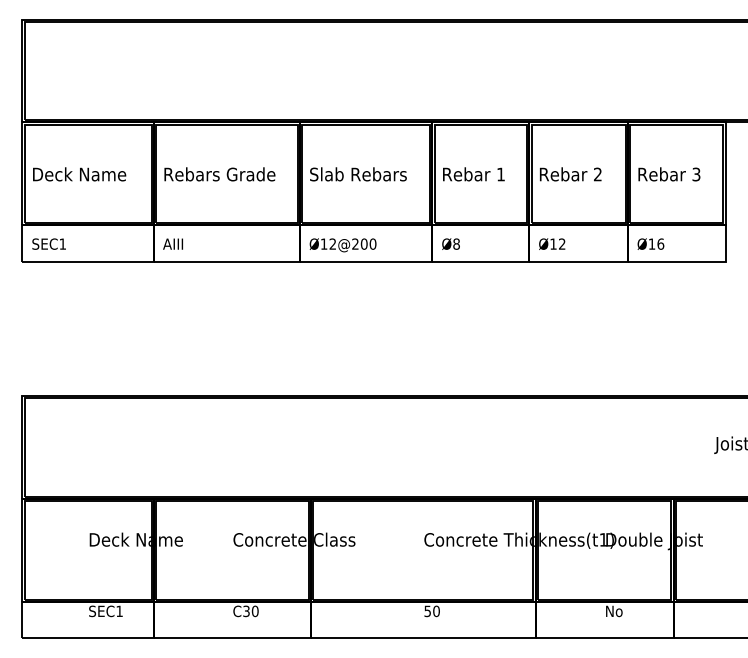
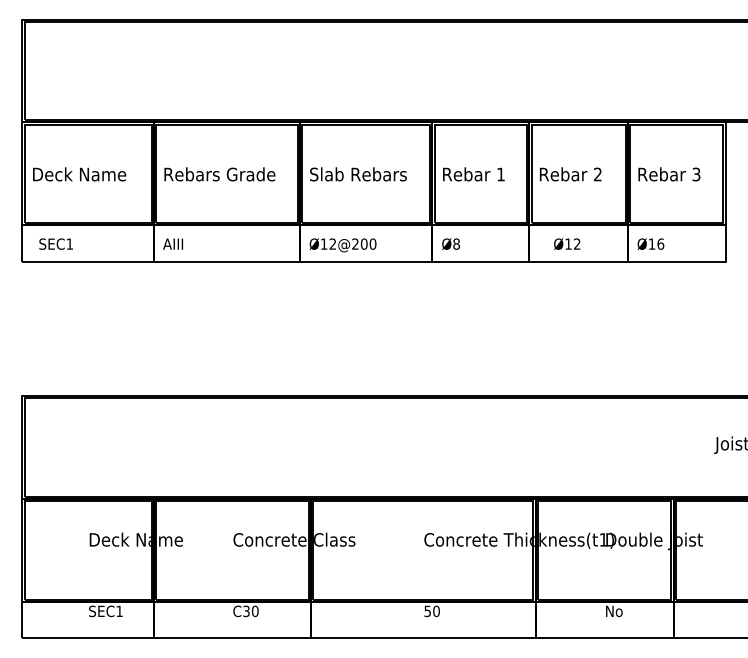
text at (48, 243) position: (48, 243) -> (55, 243)
text at (552, 243) position: (552, 243) -> (567, 243)
